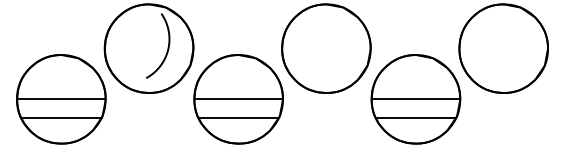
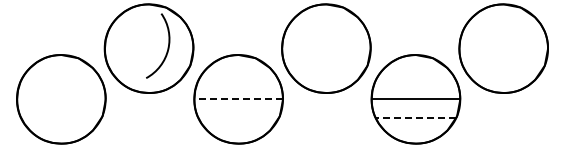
line at (61, 98): present -> none
line at (238, 98): solid -> dashed
line at (61, 117): present -> none
line at (238, 117): present -> none
line at (415, 117): solid -> dashed
